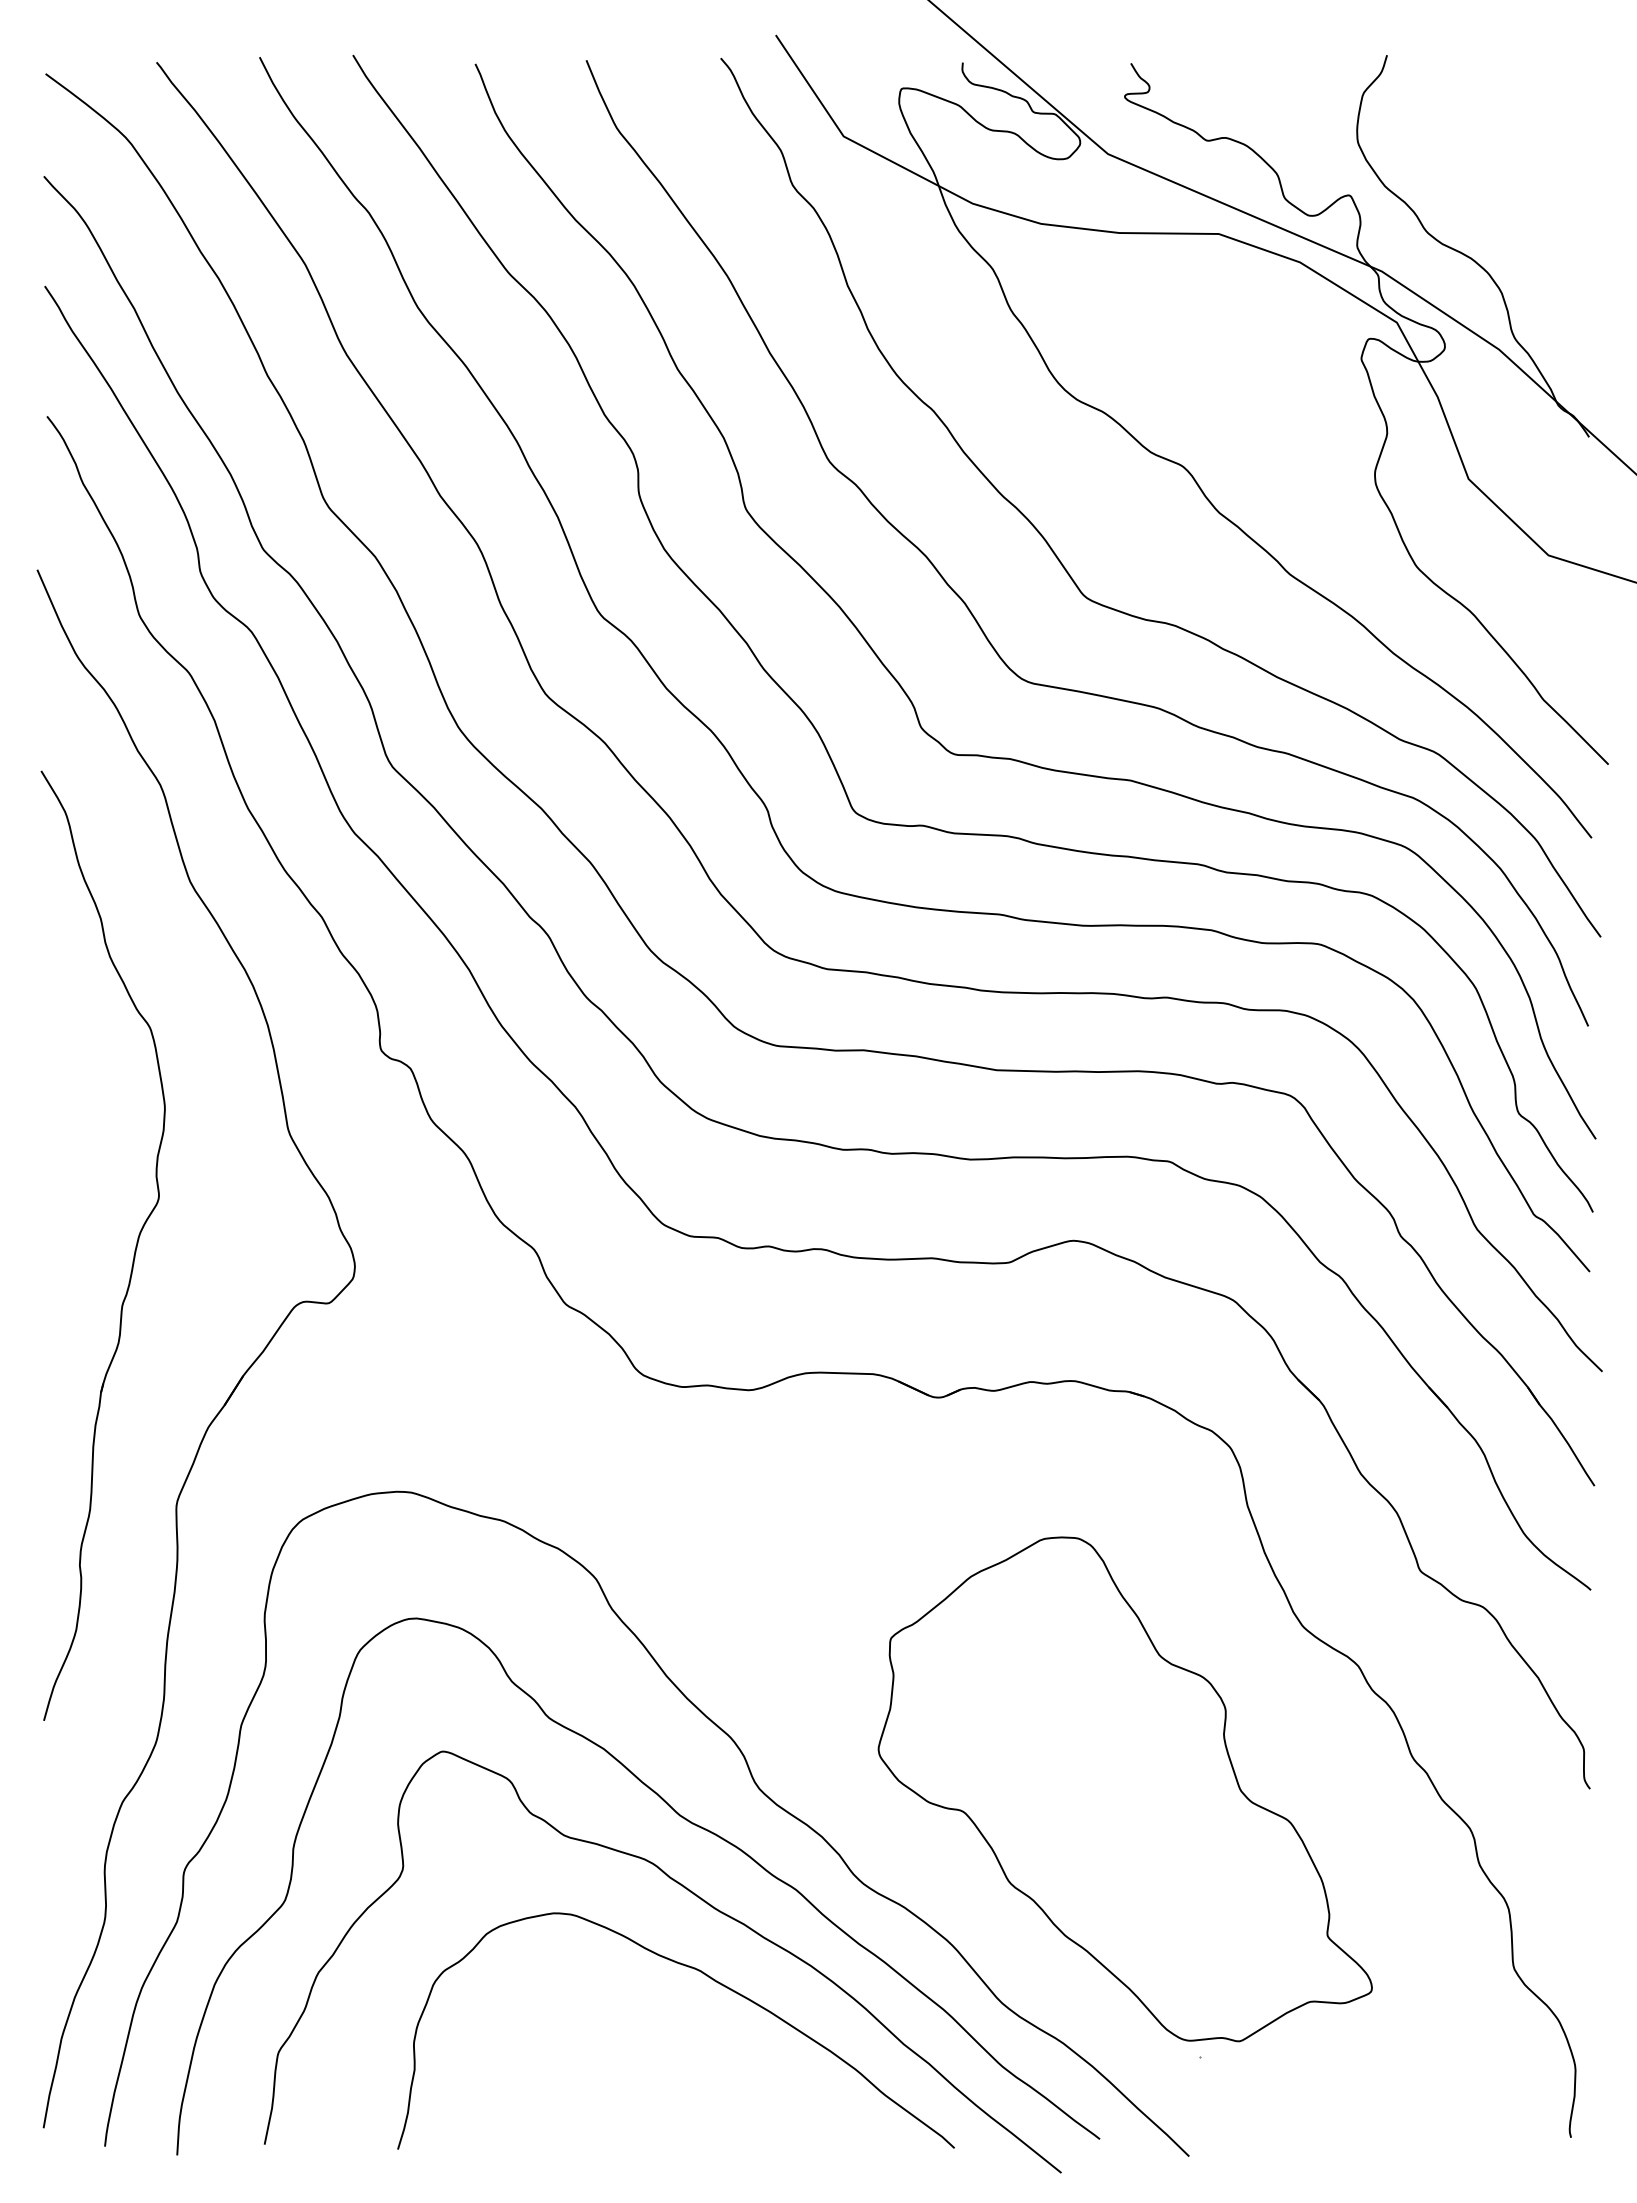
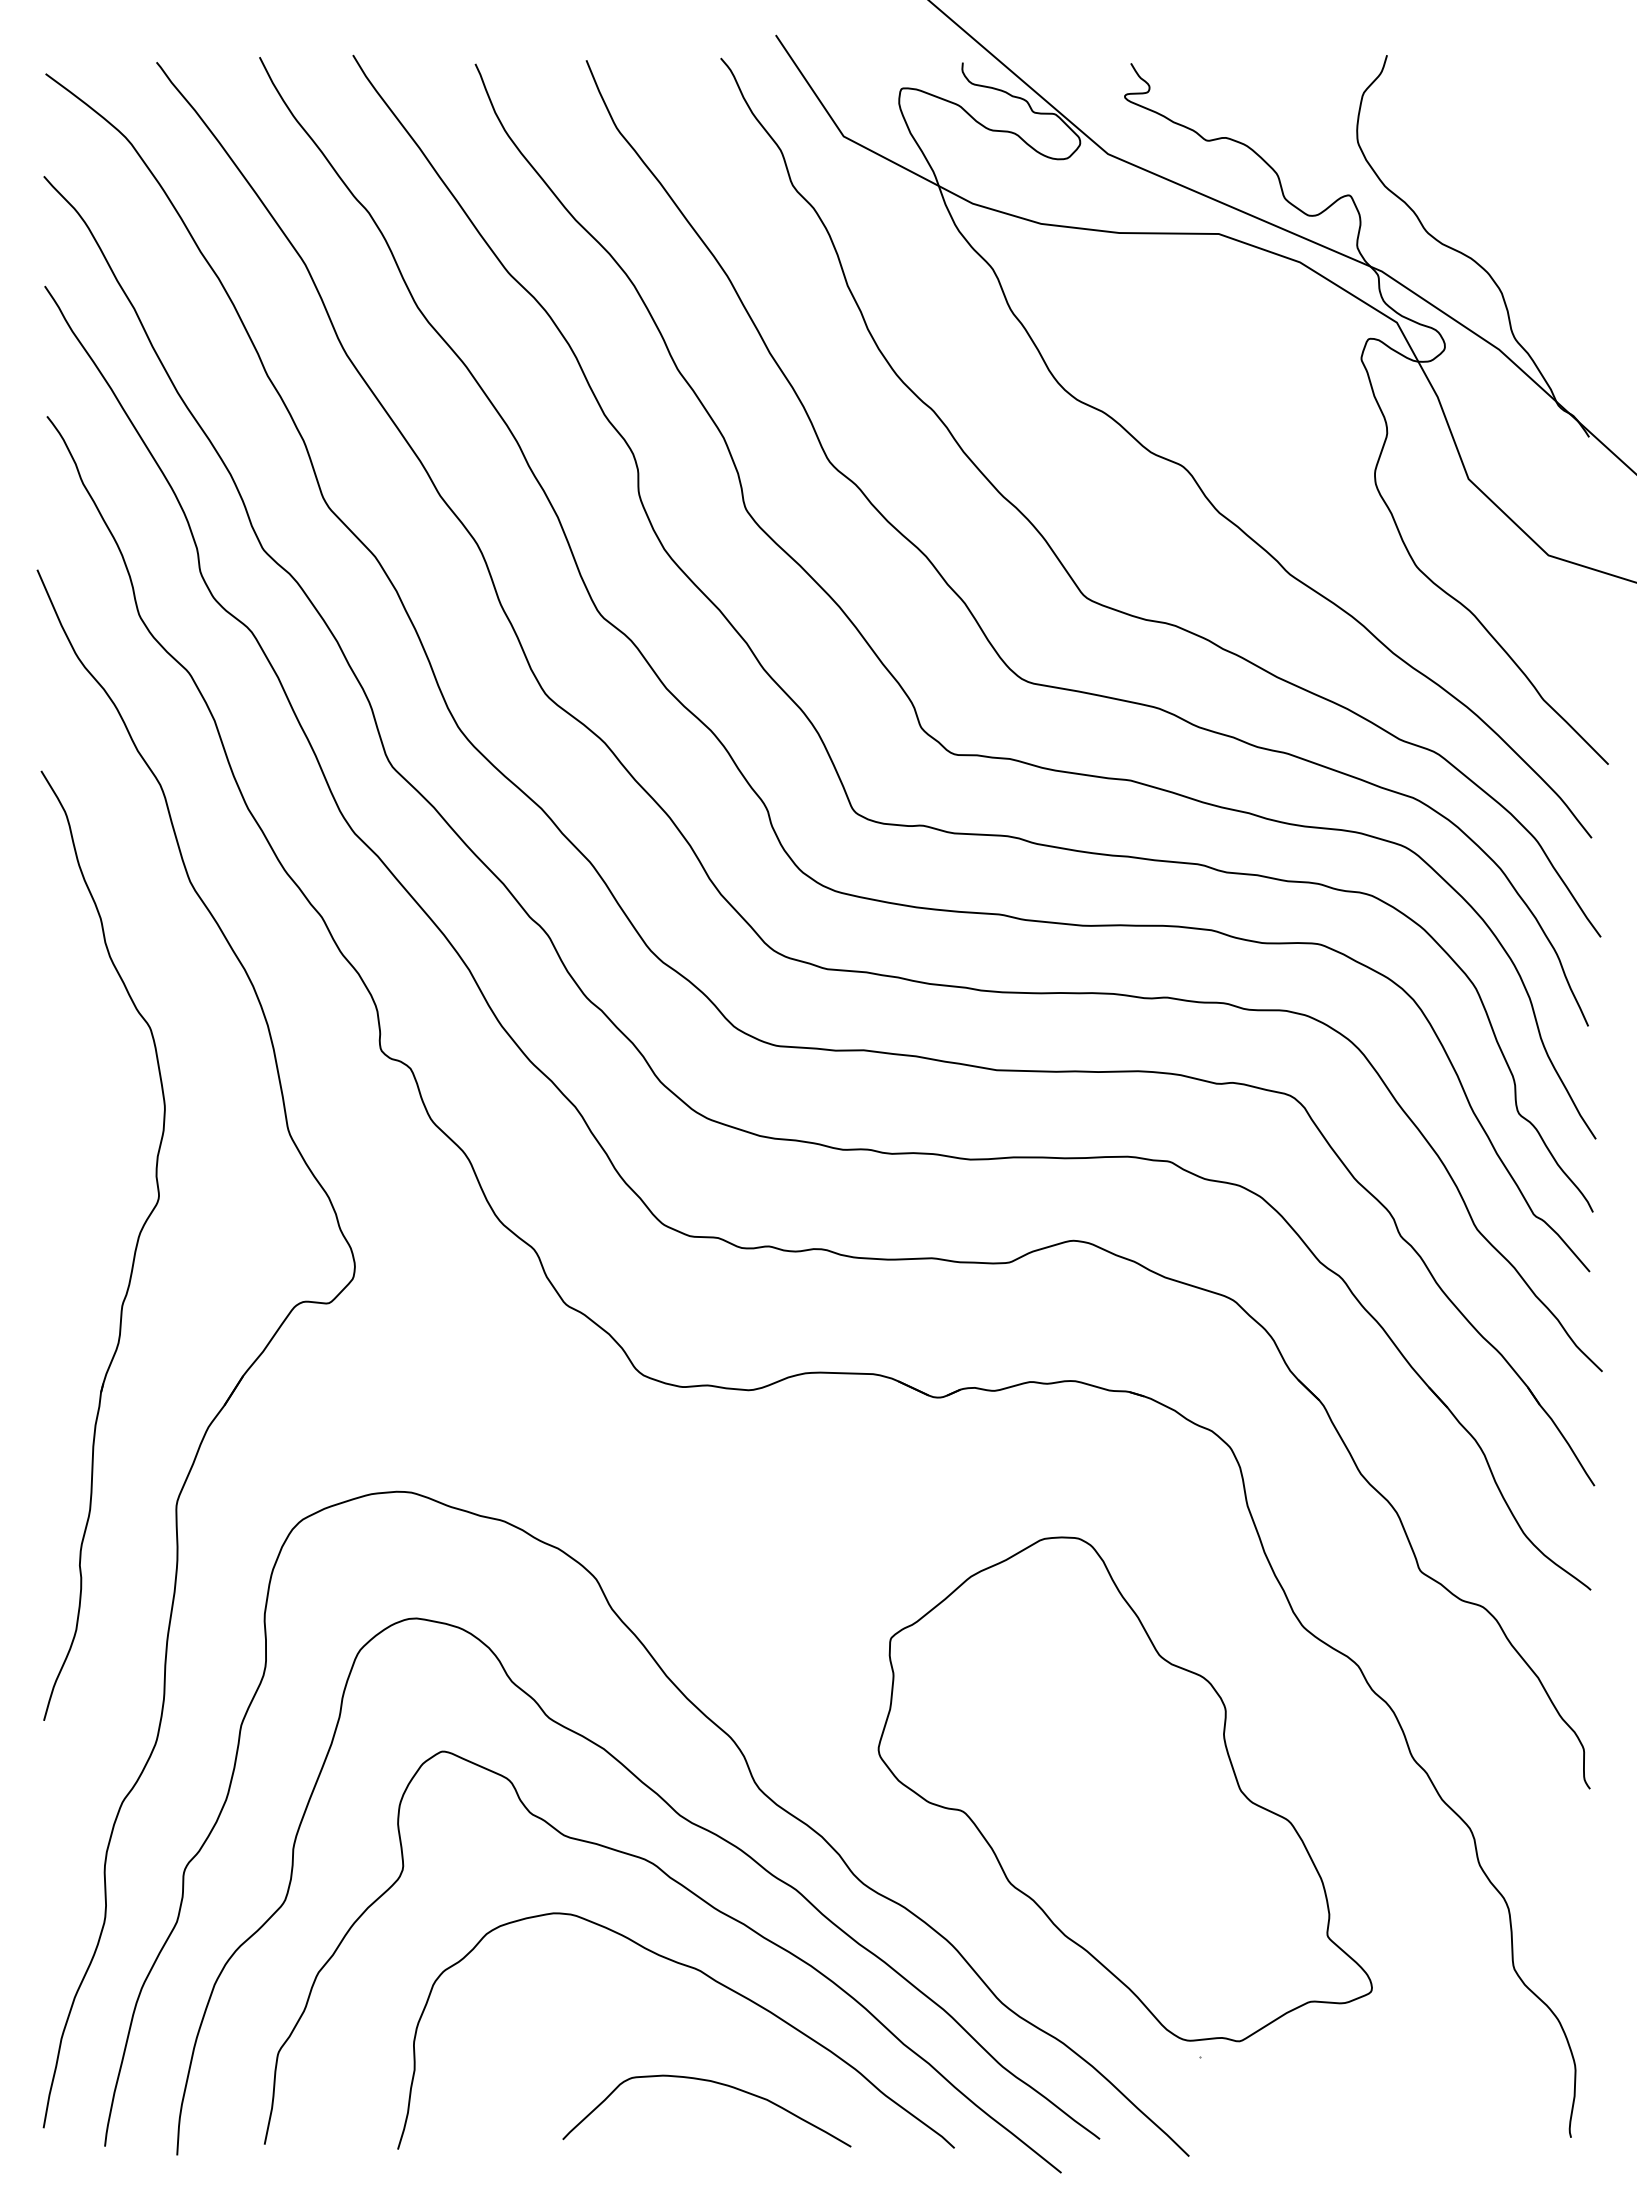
curve at (711, 2082): none -> present
